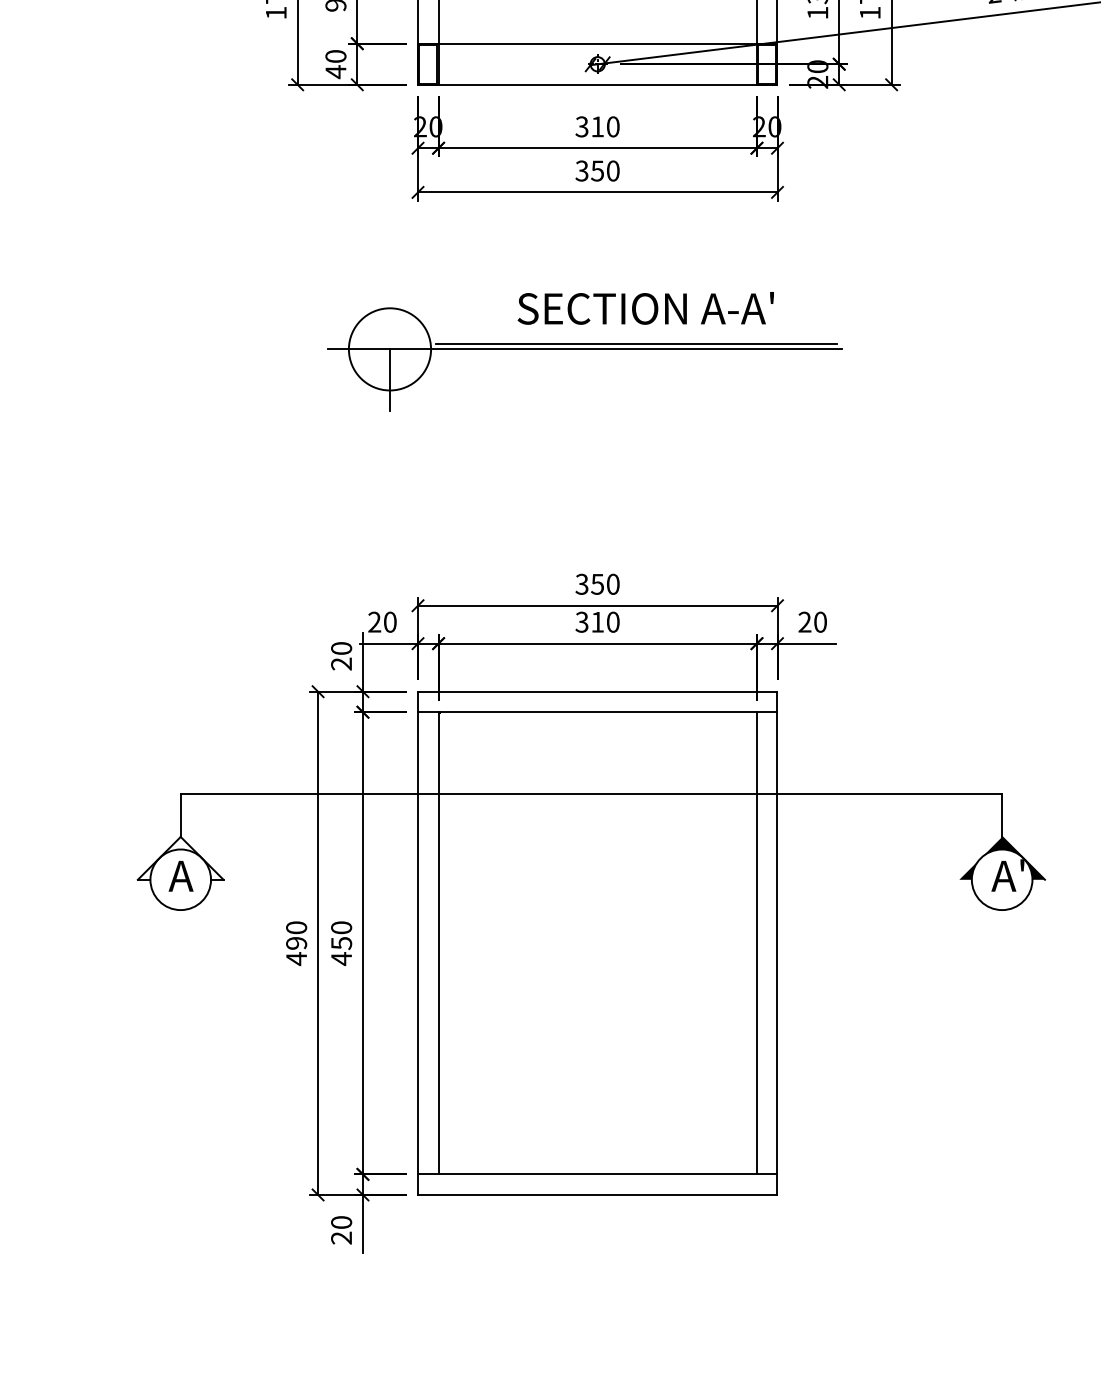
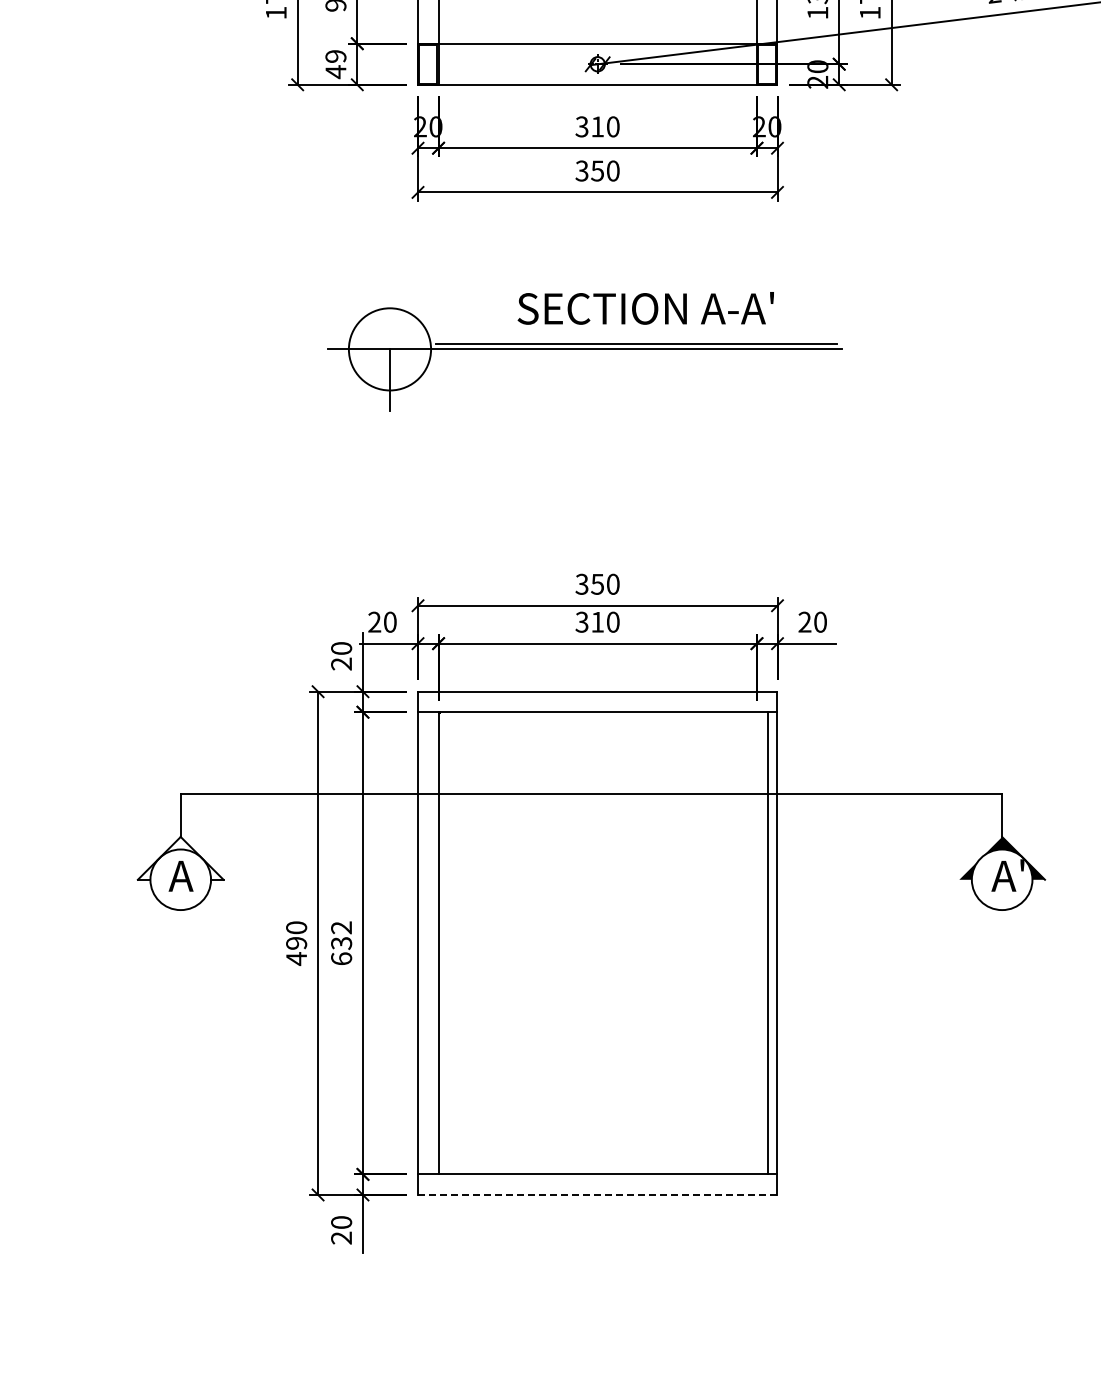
text at (335, 56): 40 -> 49
text at (341, 943): 450 -> 632
line at (756, 943) position: (756, 943) -> (767, 943)
line at (597, 1194): solid -> dashed
